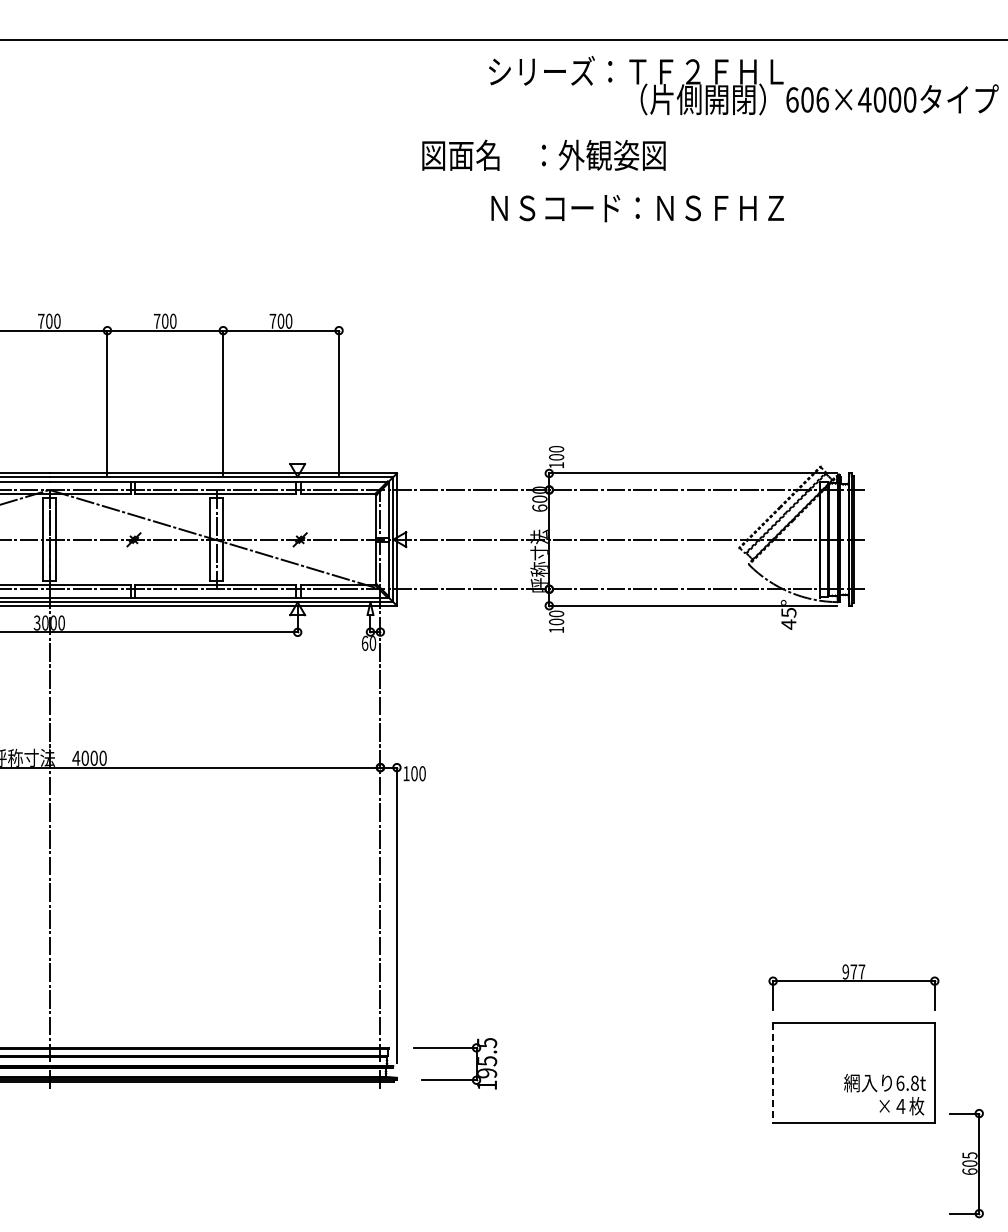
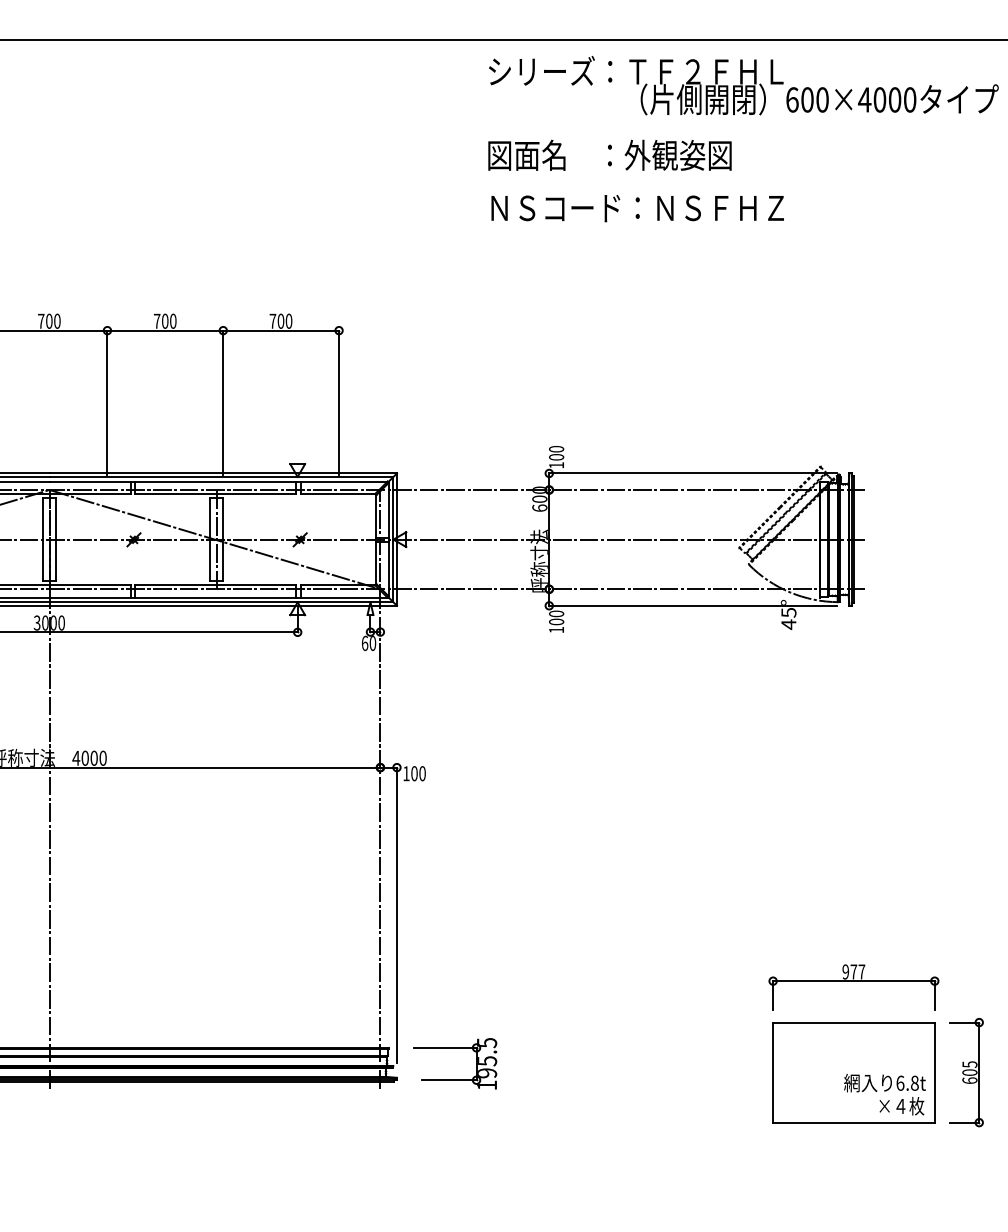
text at (822, 99): 606×4000 -> 600×4000
text at (543, 154) position: (543, 154) -> (609, 154)
line at (773, 1073): dashed -> solid
part at (966, 1163) position: (966, 1163) -> (966, 1072)
